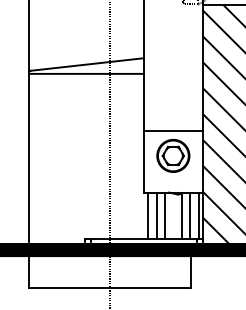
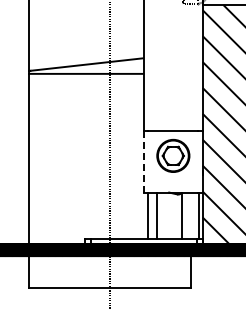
line at (144, 161): solid -> dashed
line at (164, 215): present -> none
line at (190, 215): present -> none
